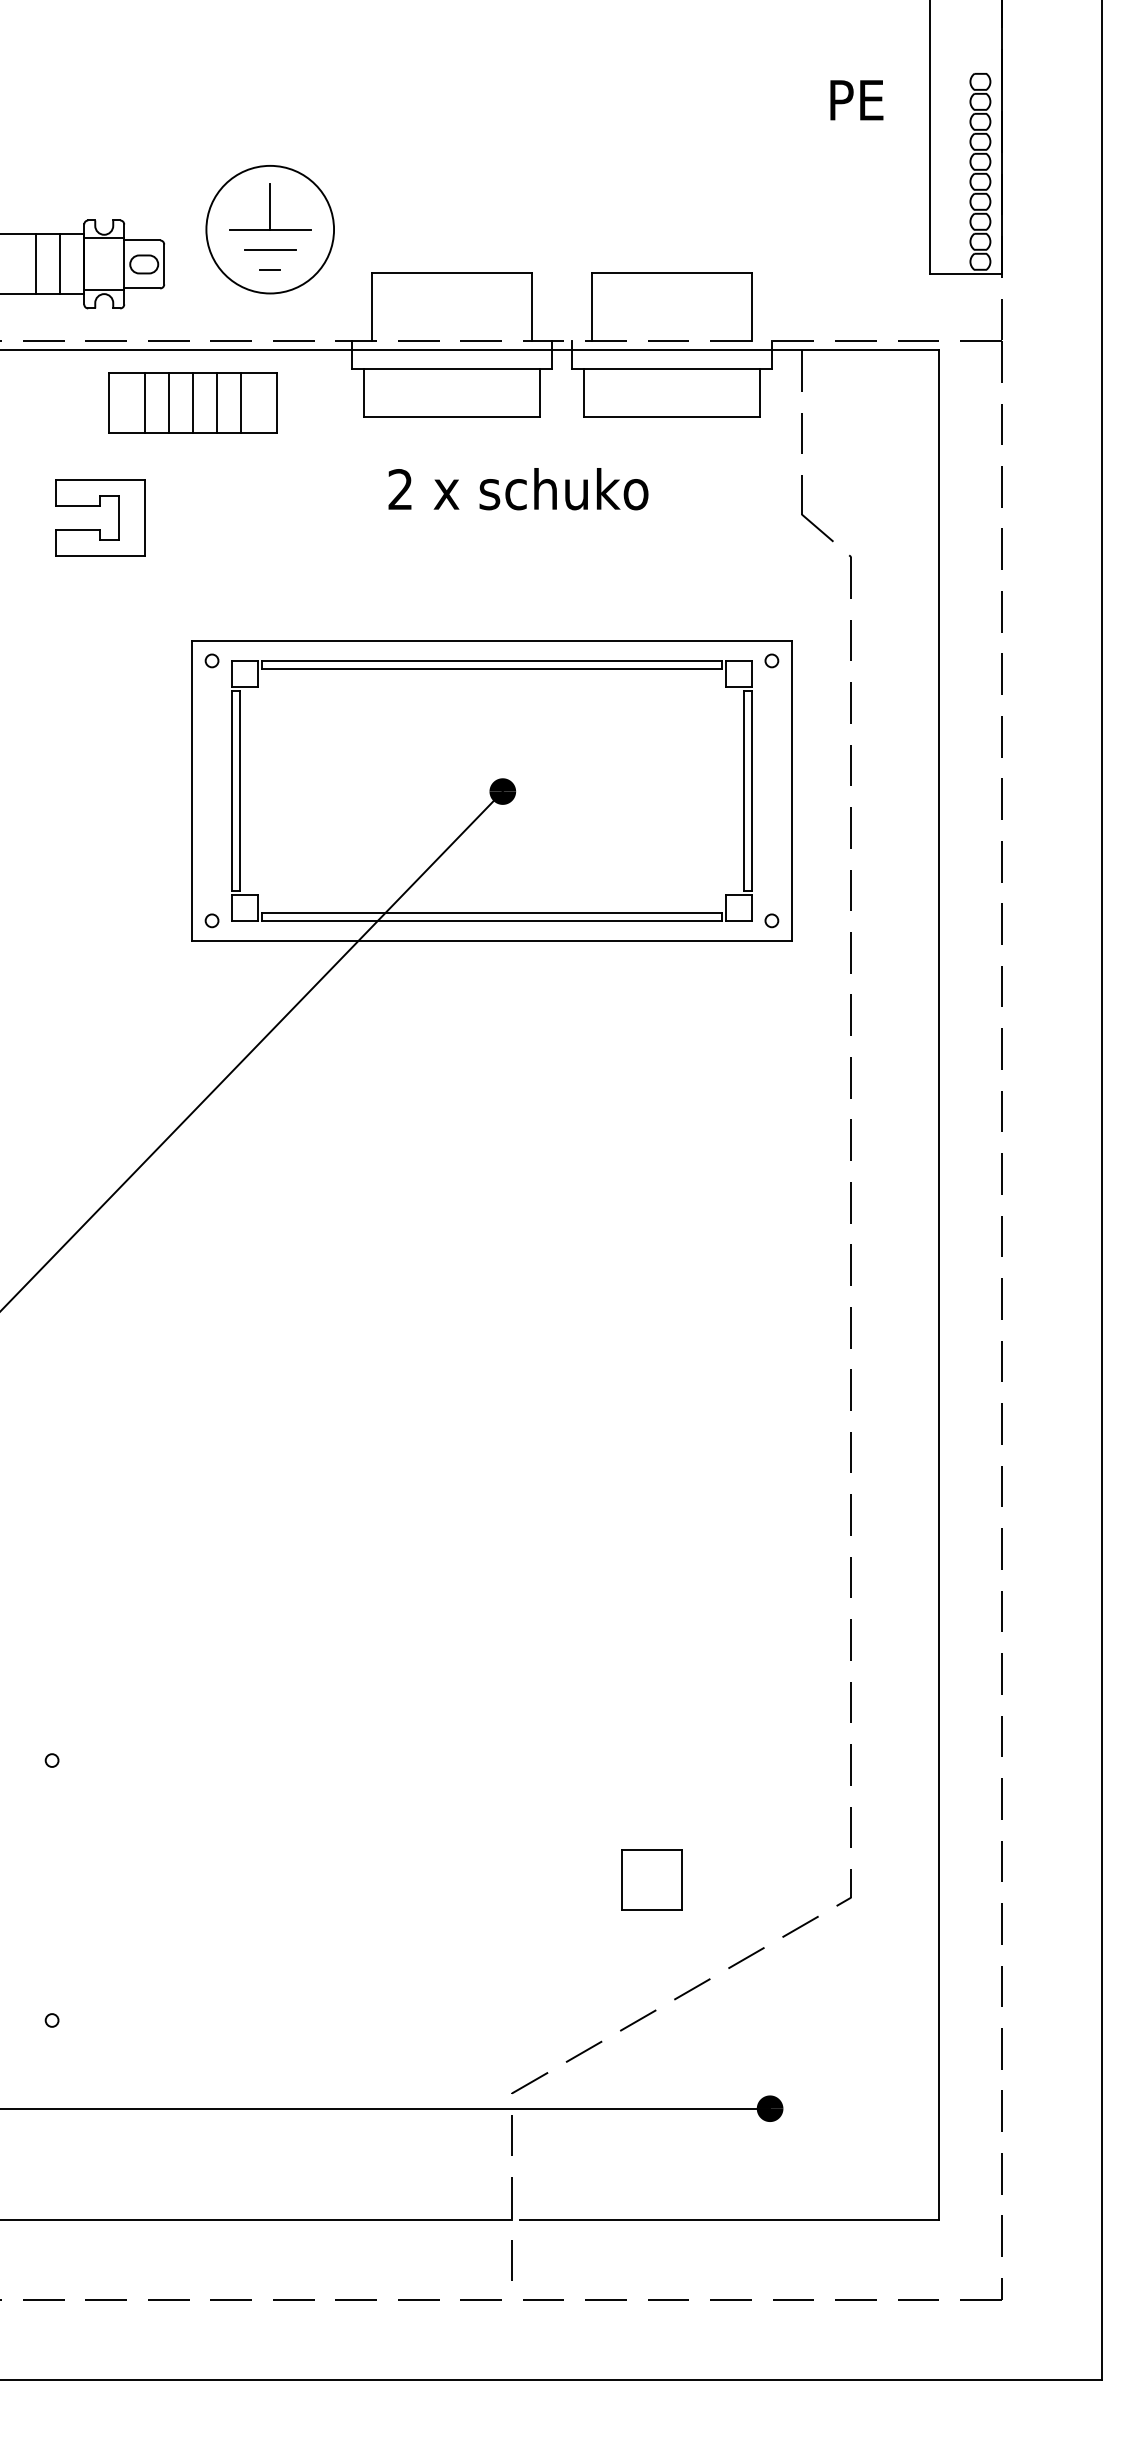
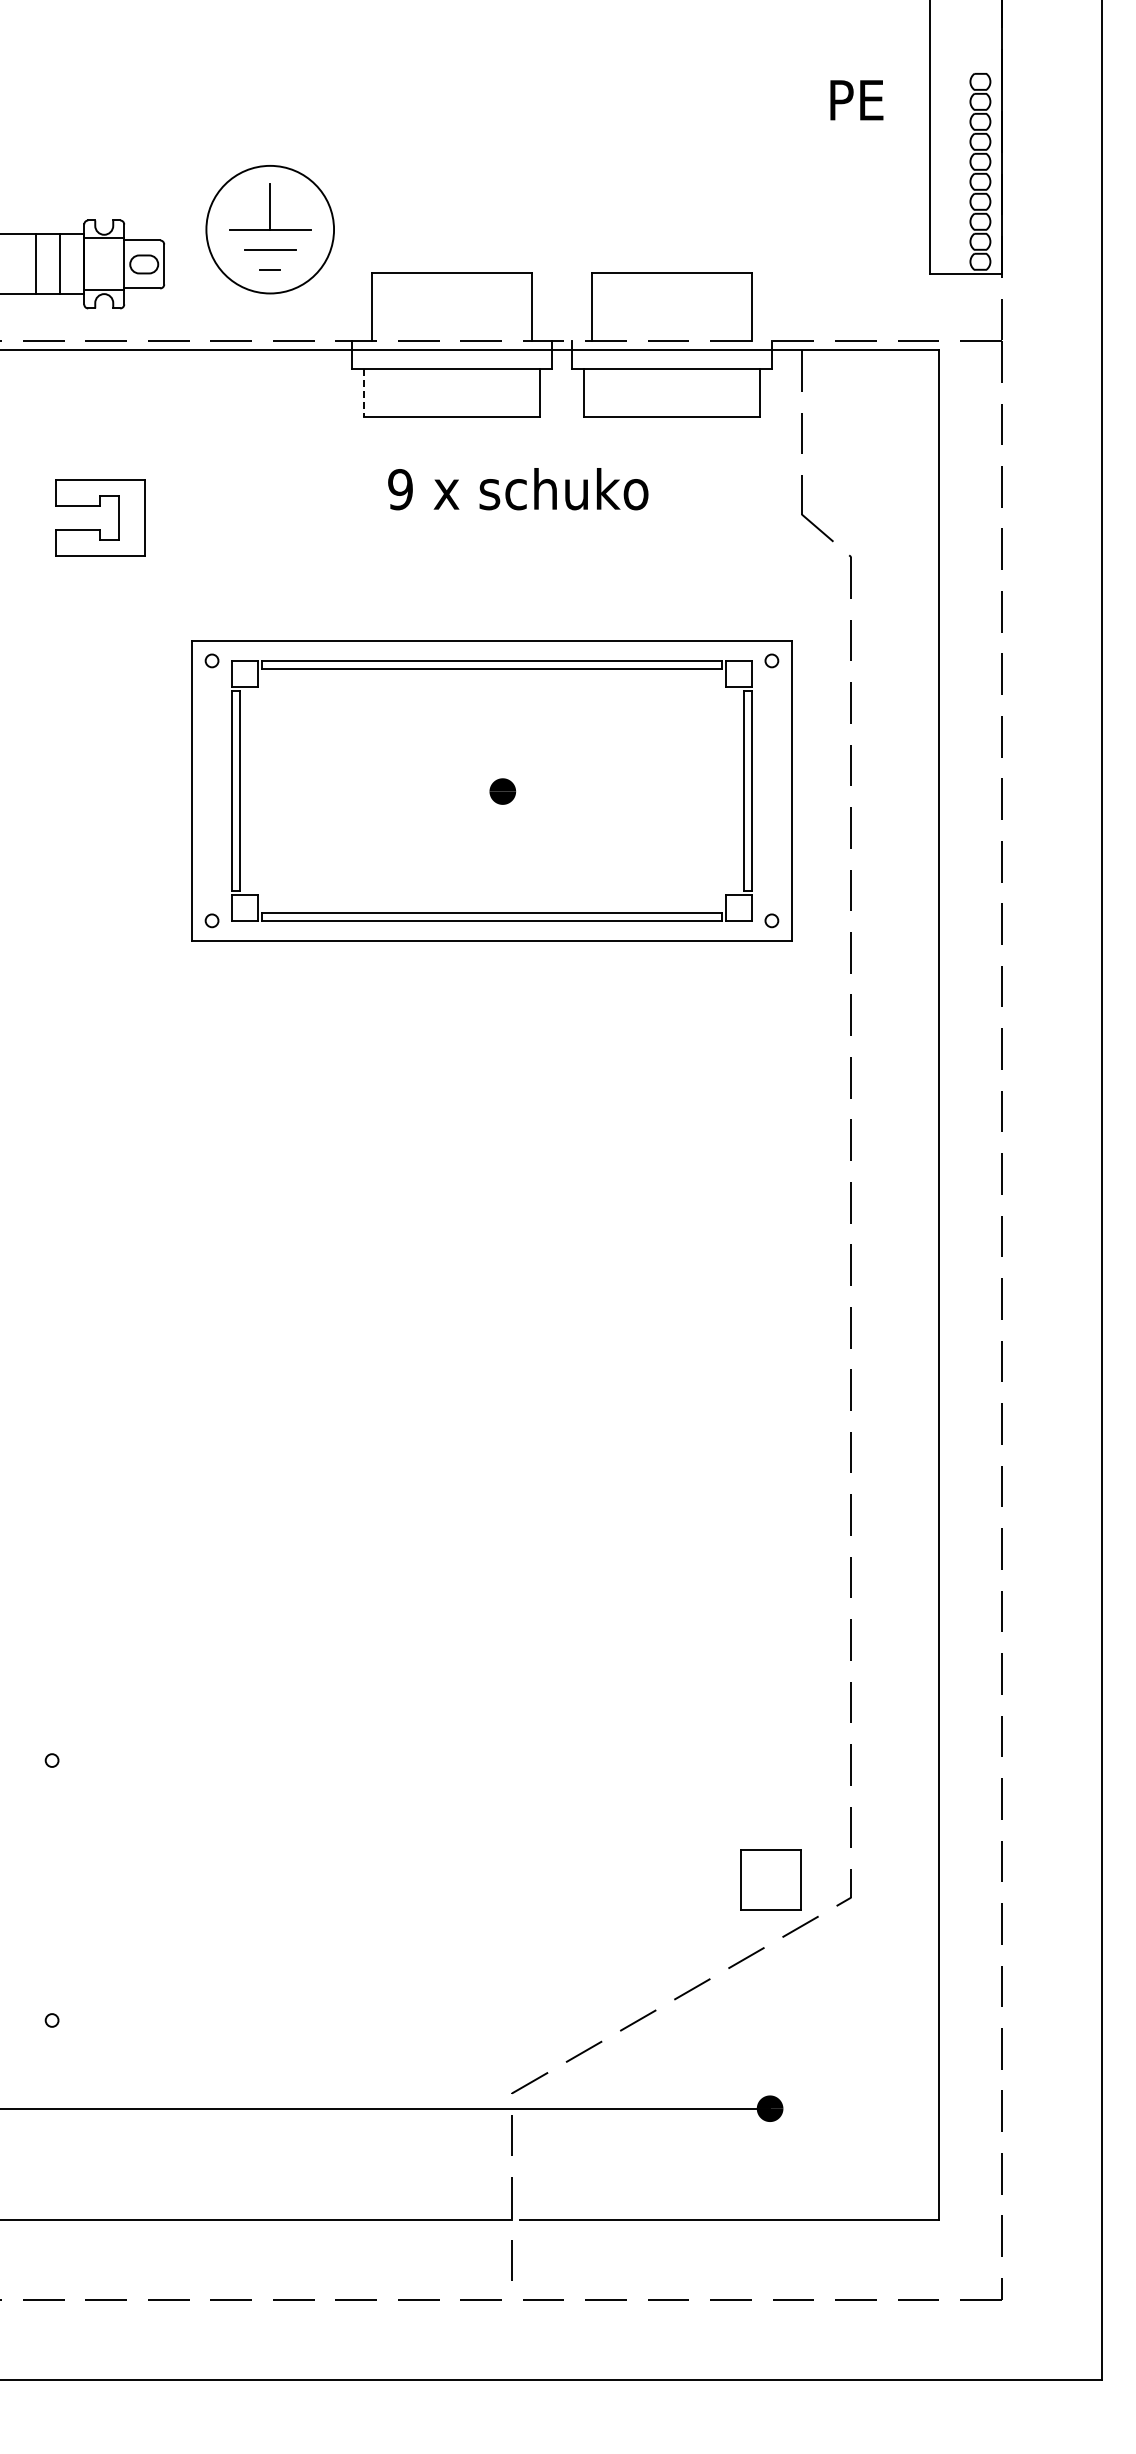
line at (364, 393): solid -> dashed
part at (192, 402): present -> none
text at (400, 489): 2 -> 9
line at (252, 1050): present -> none
part at (651, 1879) position: (651, 1879) -> (770, 1879)
